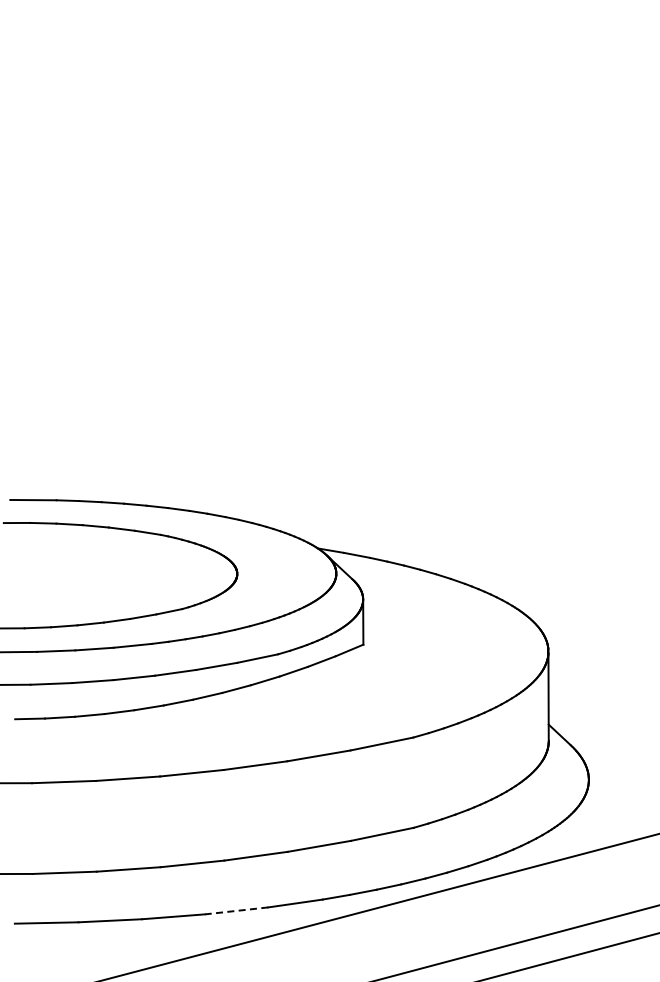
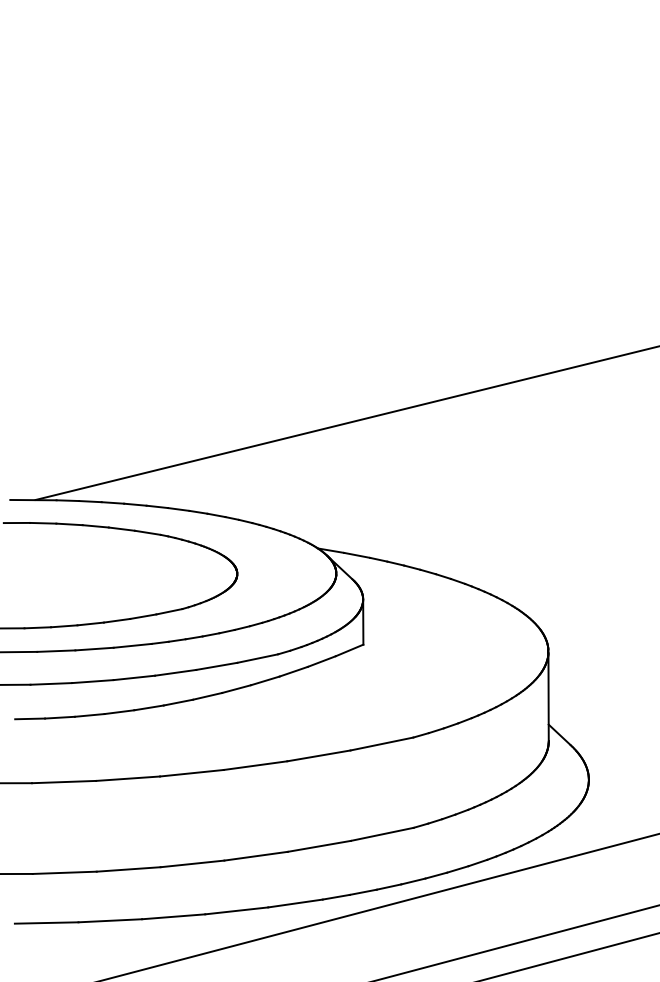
line at (345, 423): none -> present
line at (236, 910): dashed -> solid
